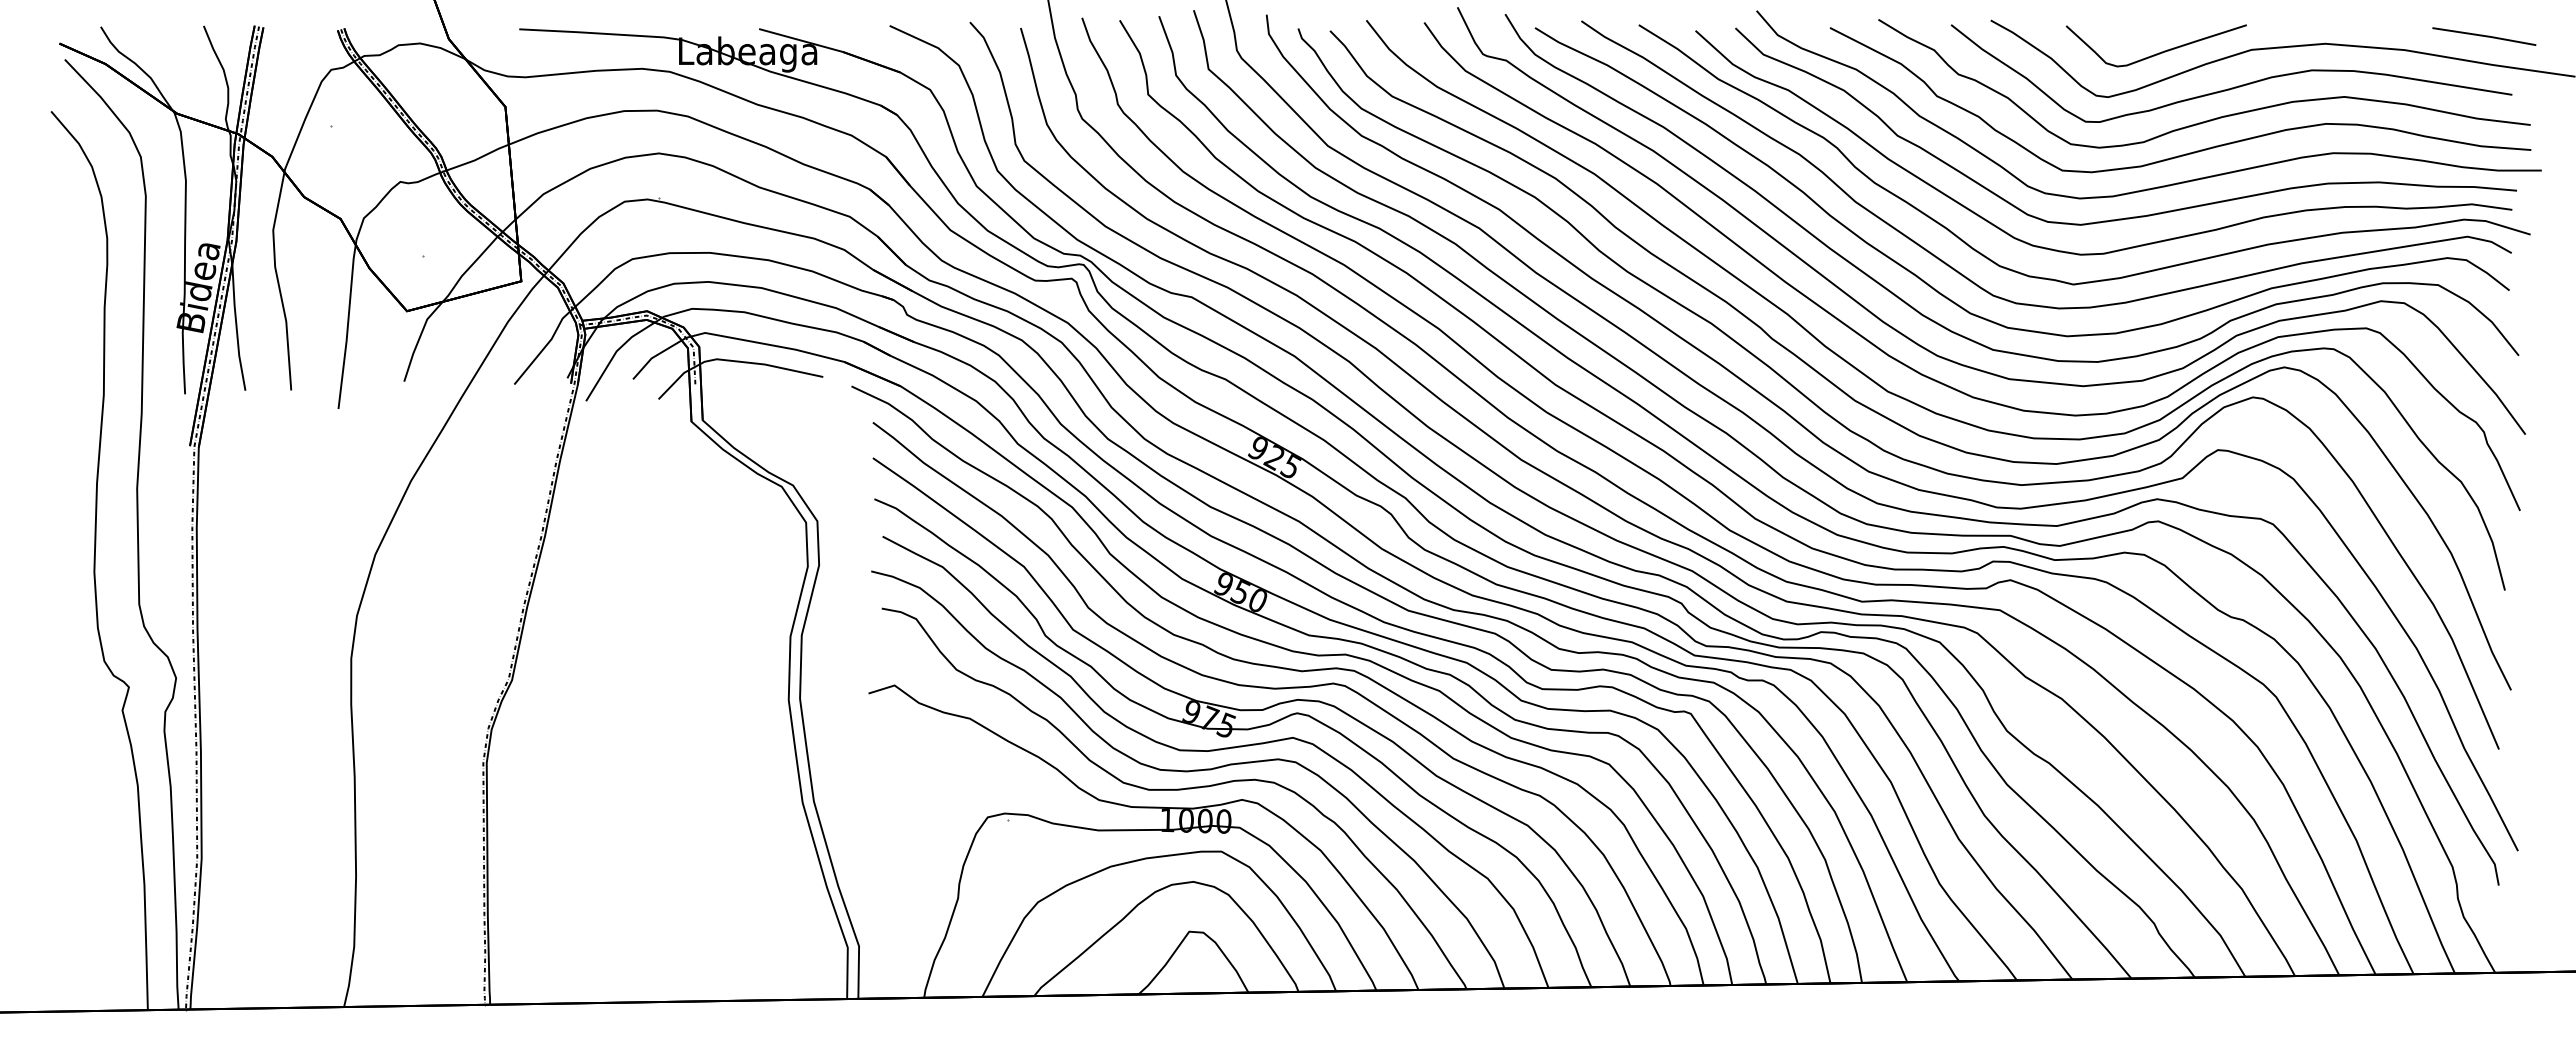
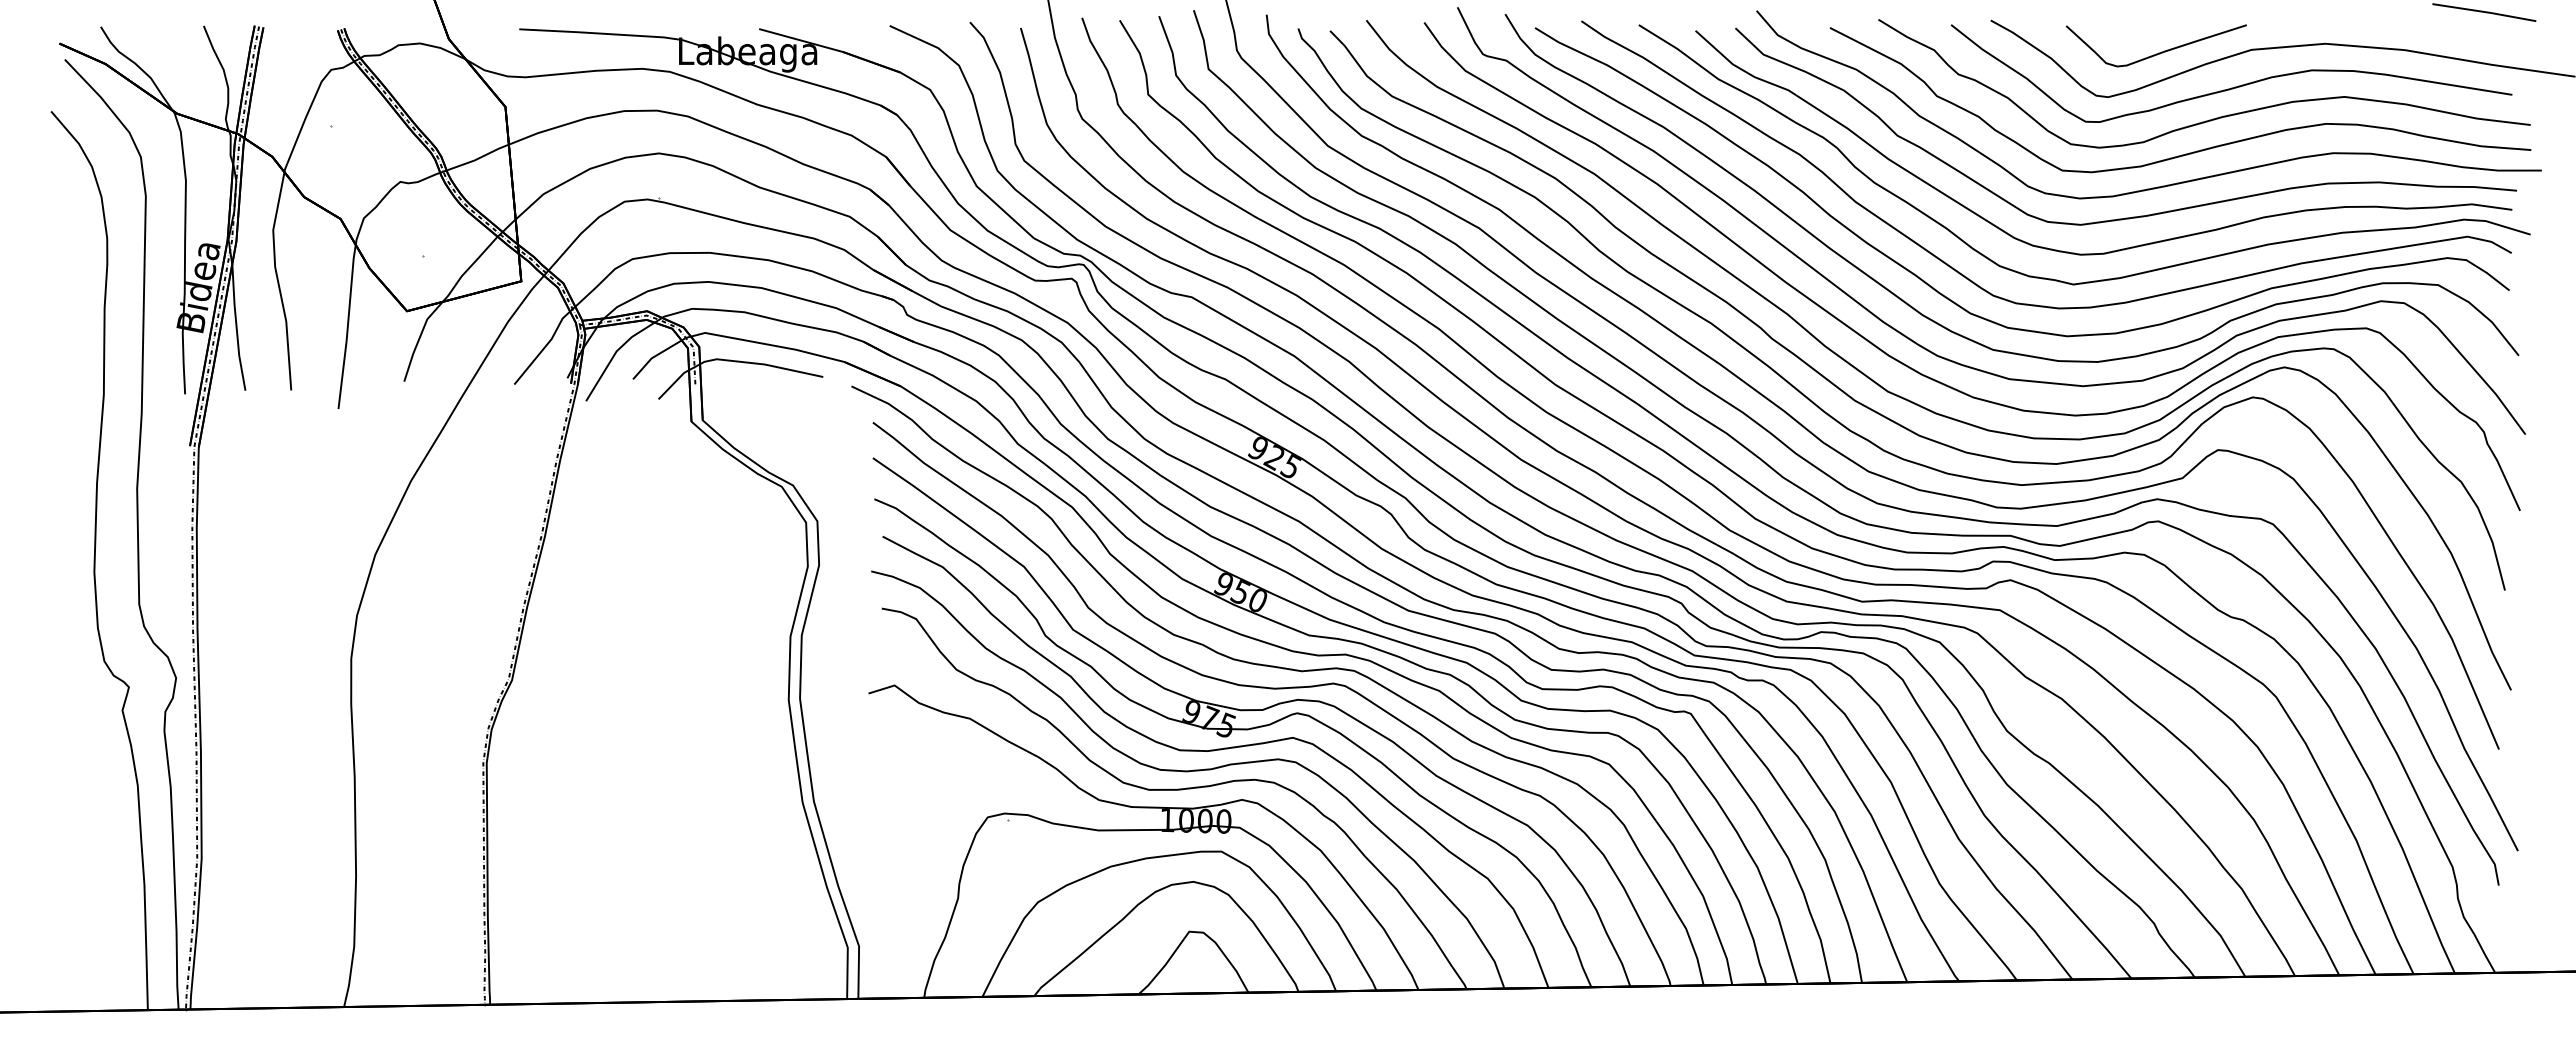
line at (2484, 36) position: (2484, 36) -> (2484, 12)
